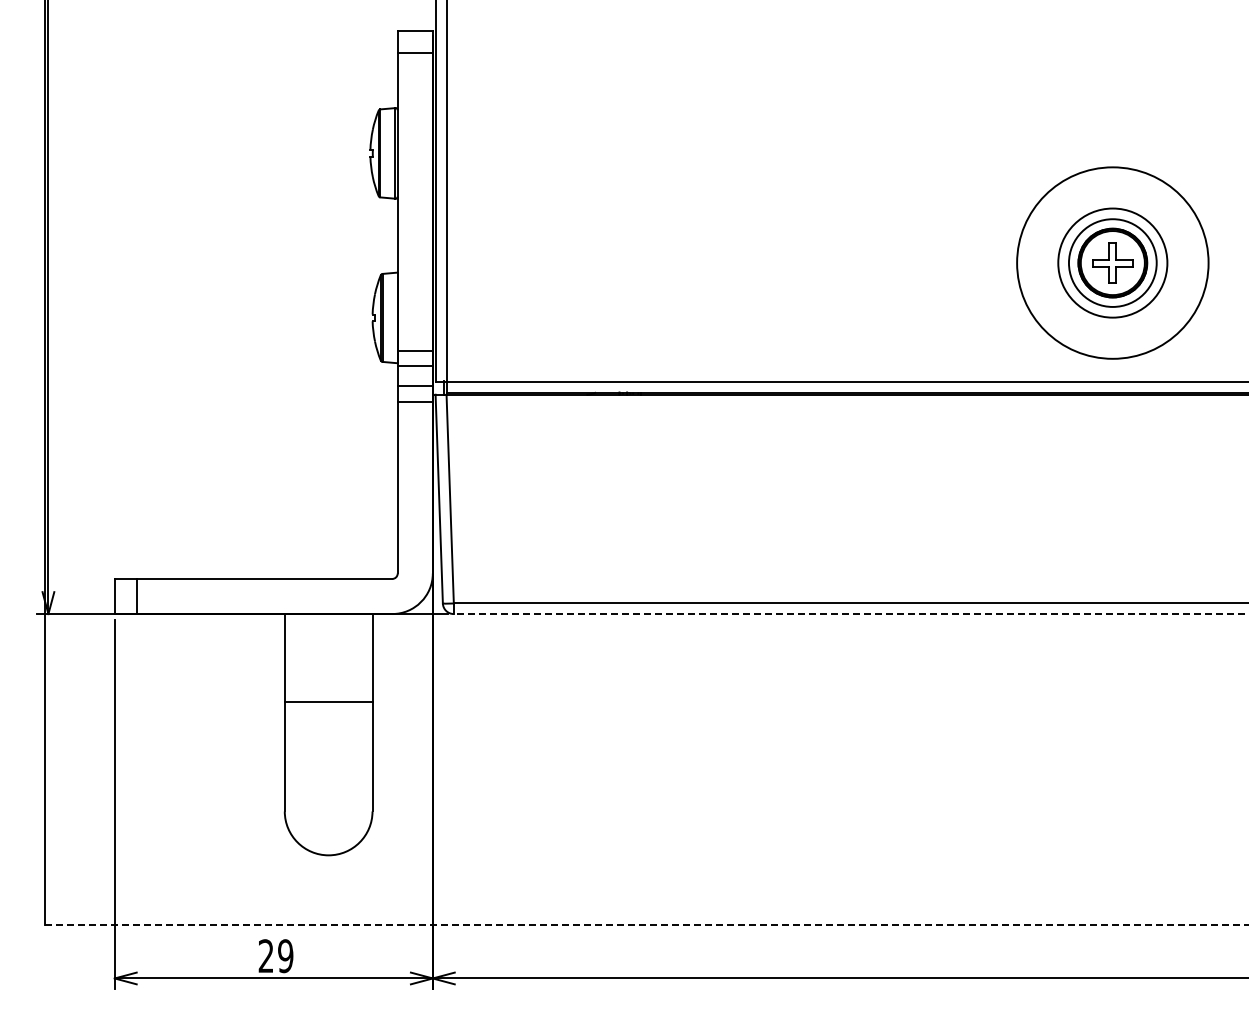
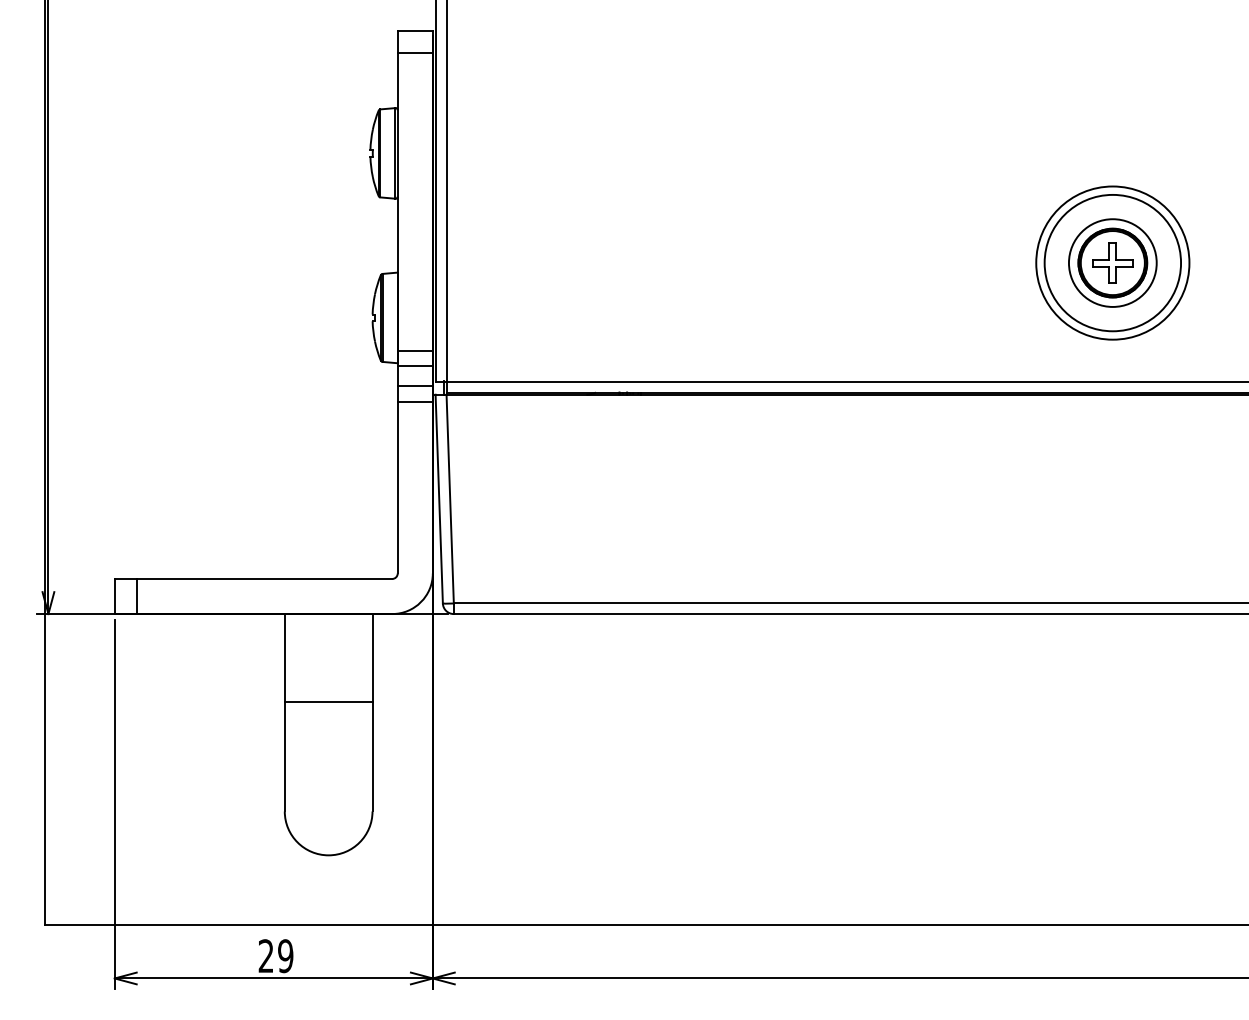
circle at (1112, 262) diameter: 109 px -> 136 px
circle at (1112, 262) diameter: 191 px -> 153 px
line at (850, 614): dashed -> solid
line at (647, 925): dashed -> solid
